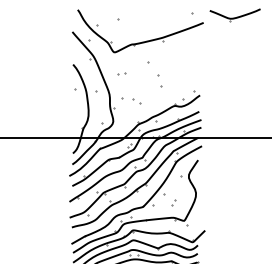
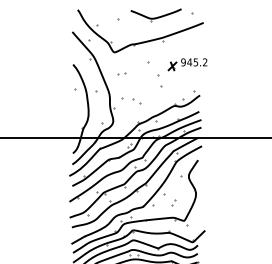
part at (234, 15) position: (234, 15) -> (155, 15)
part at (187, 64): none -> present
